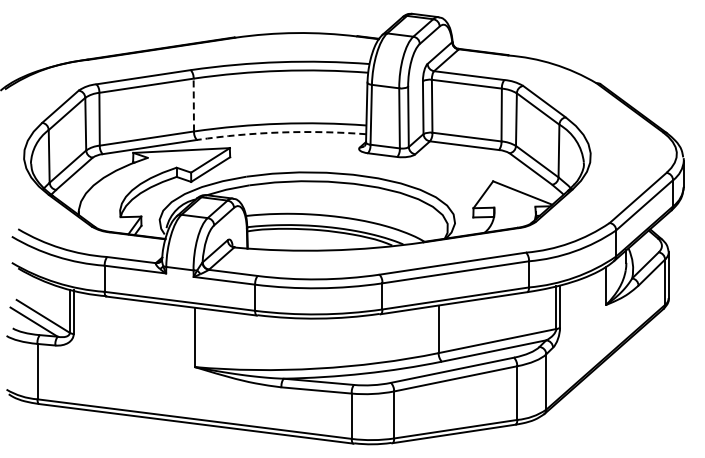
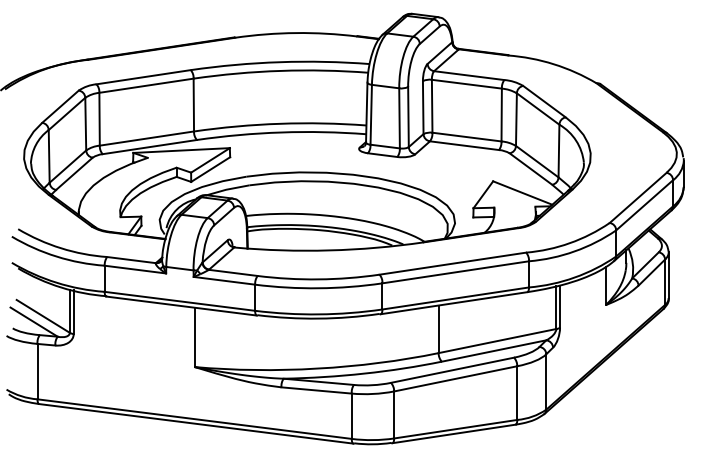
line at (193, 104): dashed -> solid
arc at (281, 132): dashed -> solid
